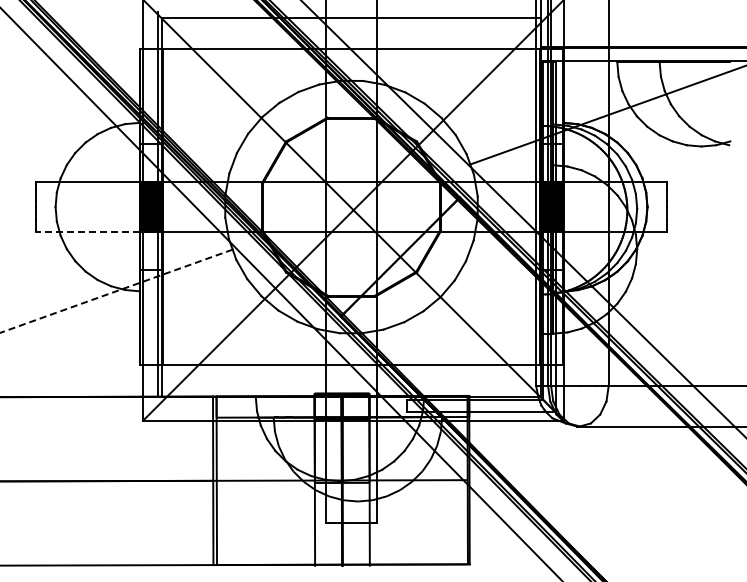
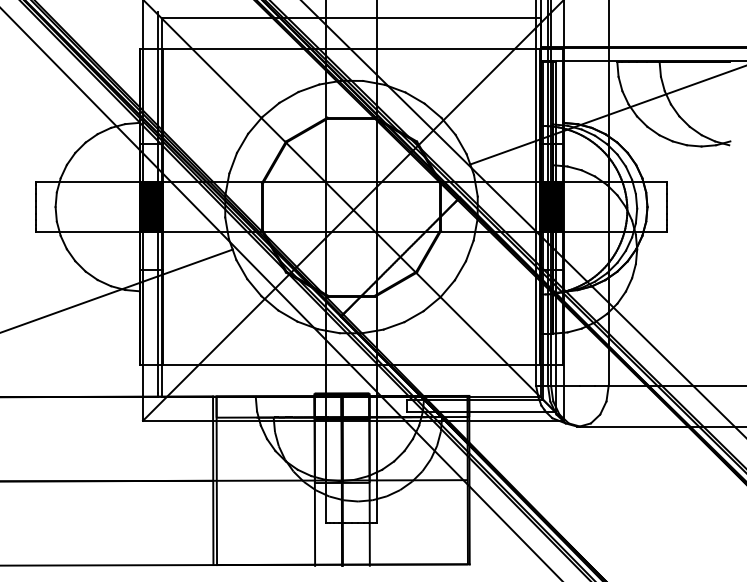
line at (87, 232): dashed -> solid
line at (116, 291): dashed -> solid
